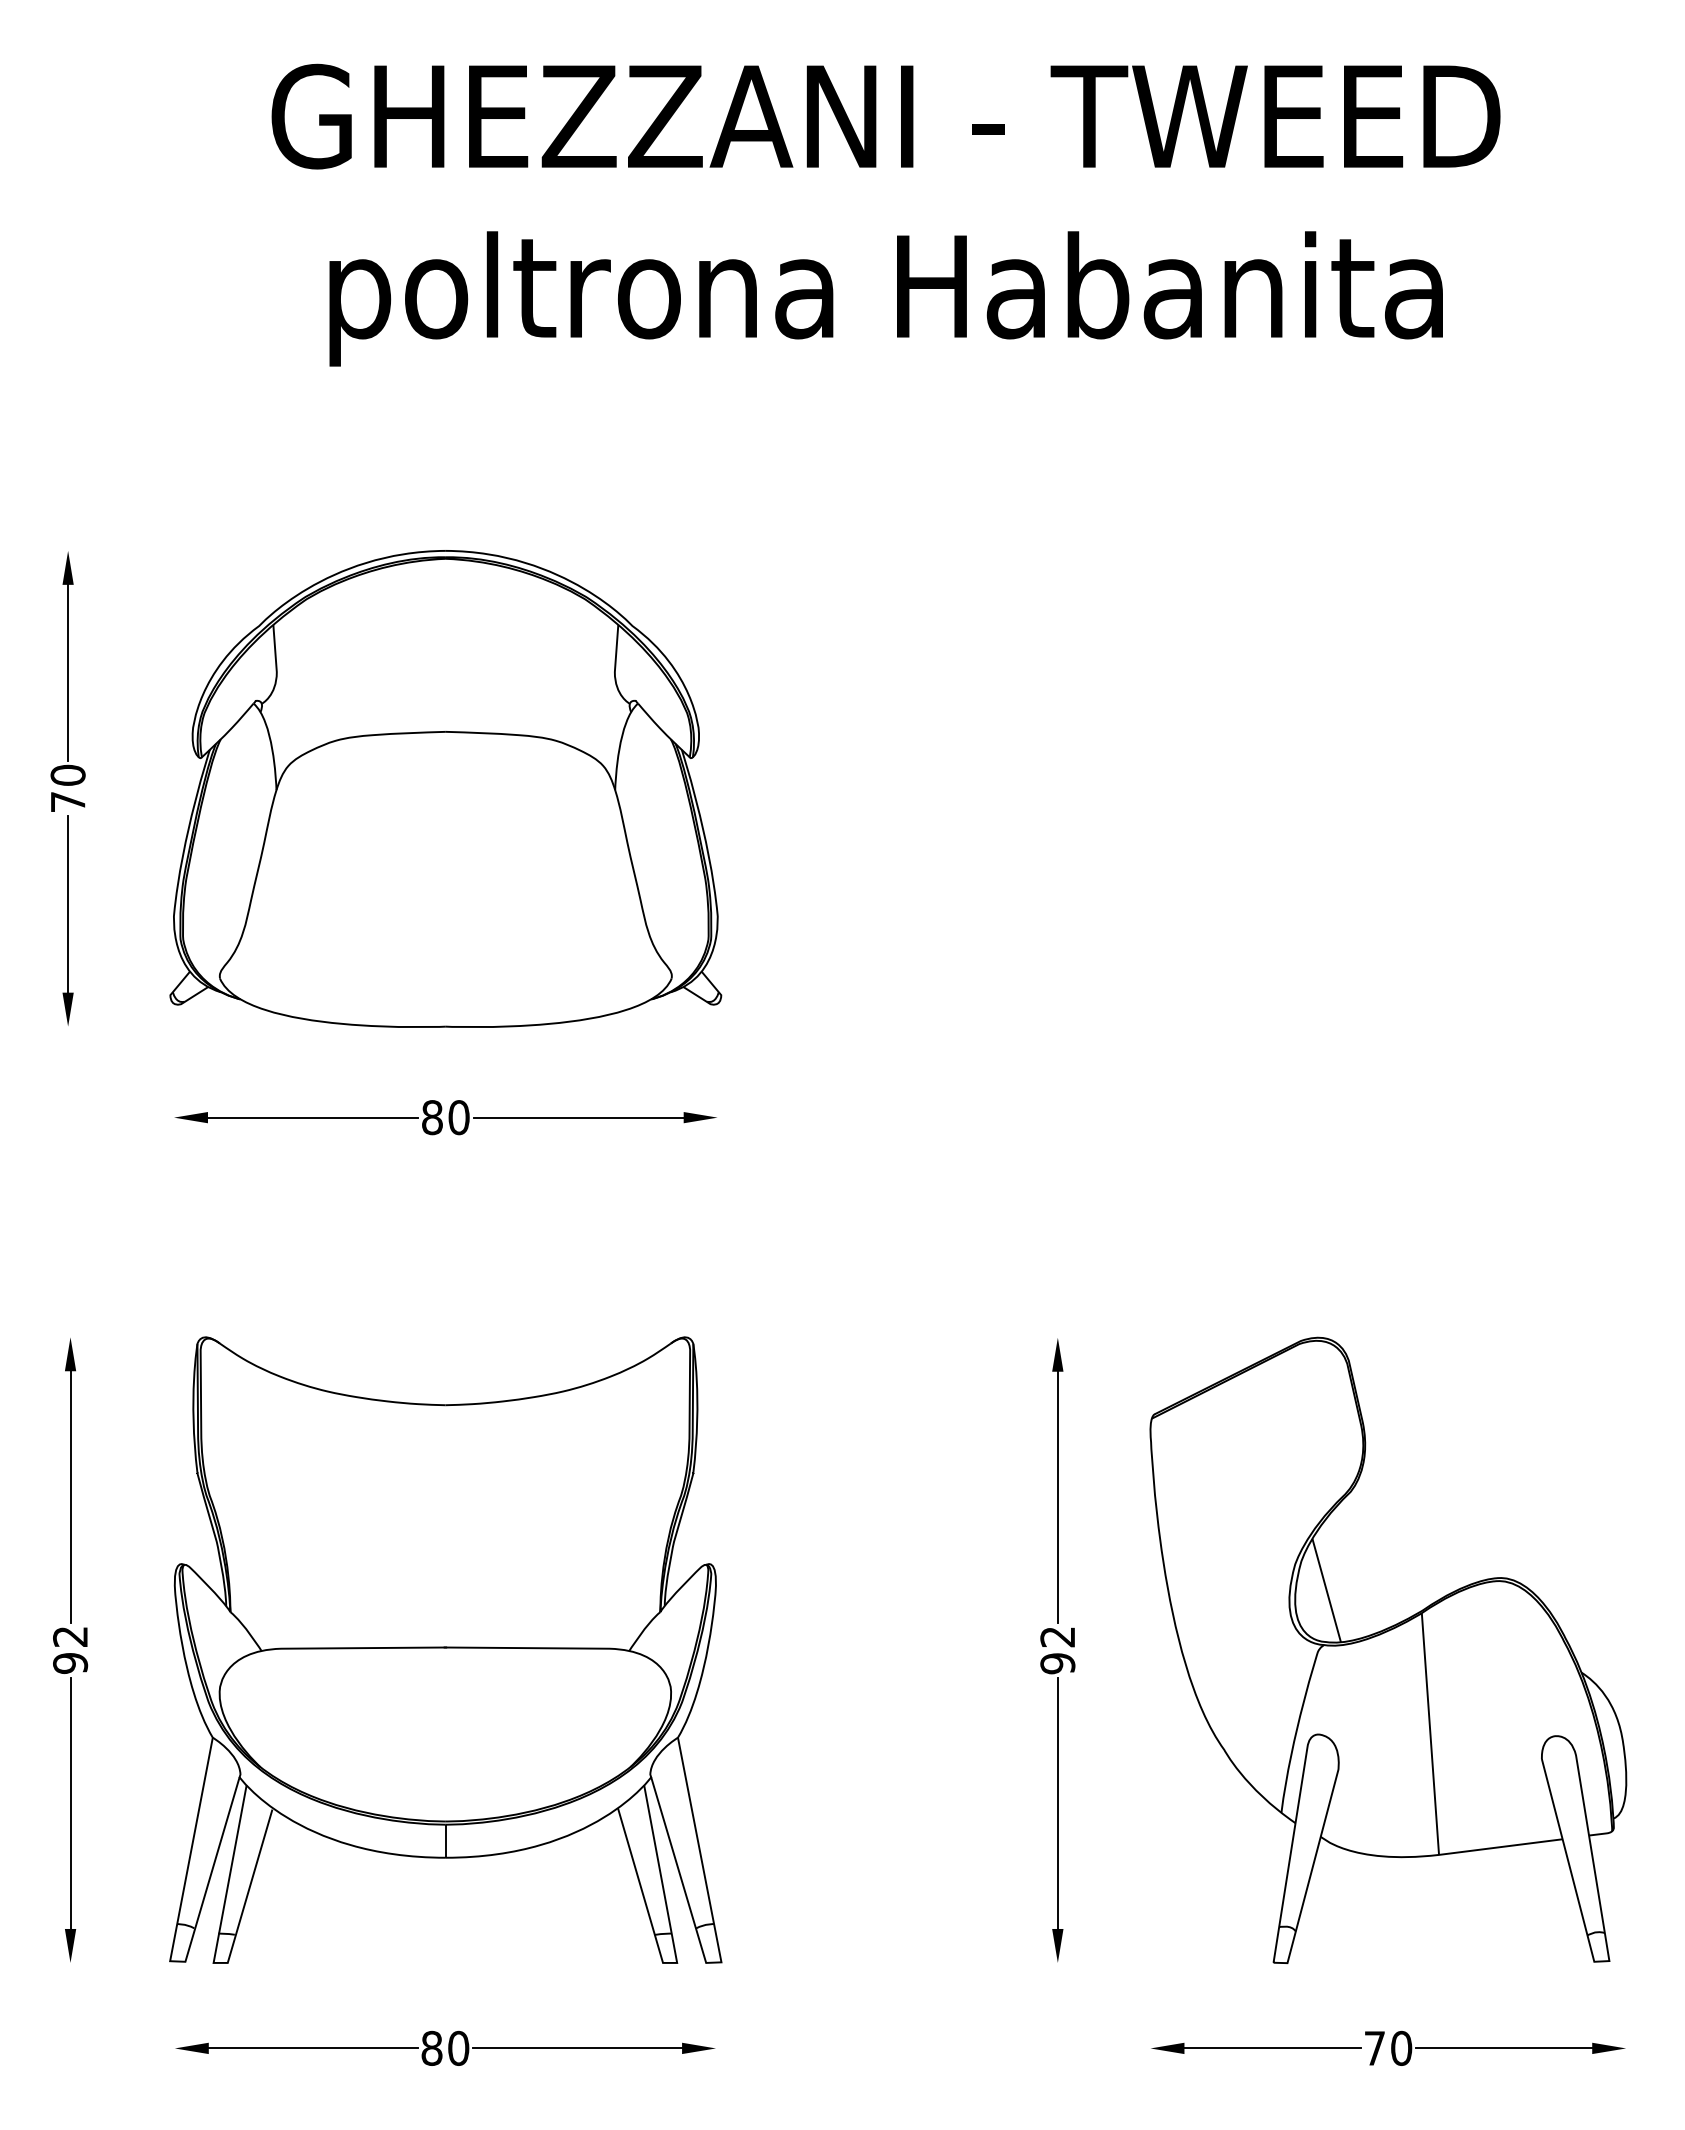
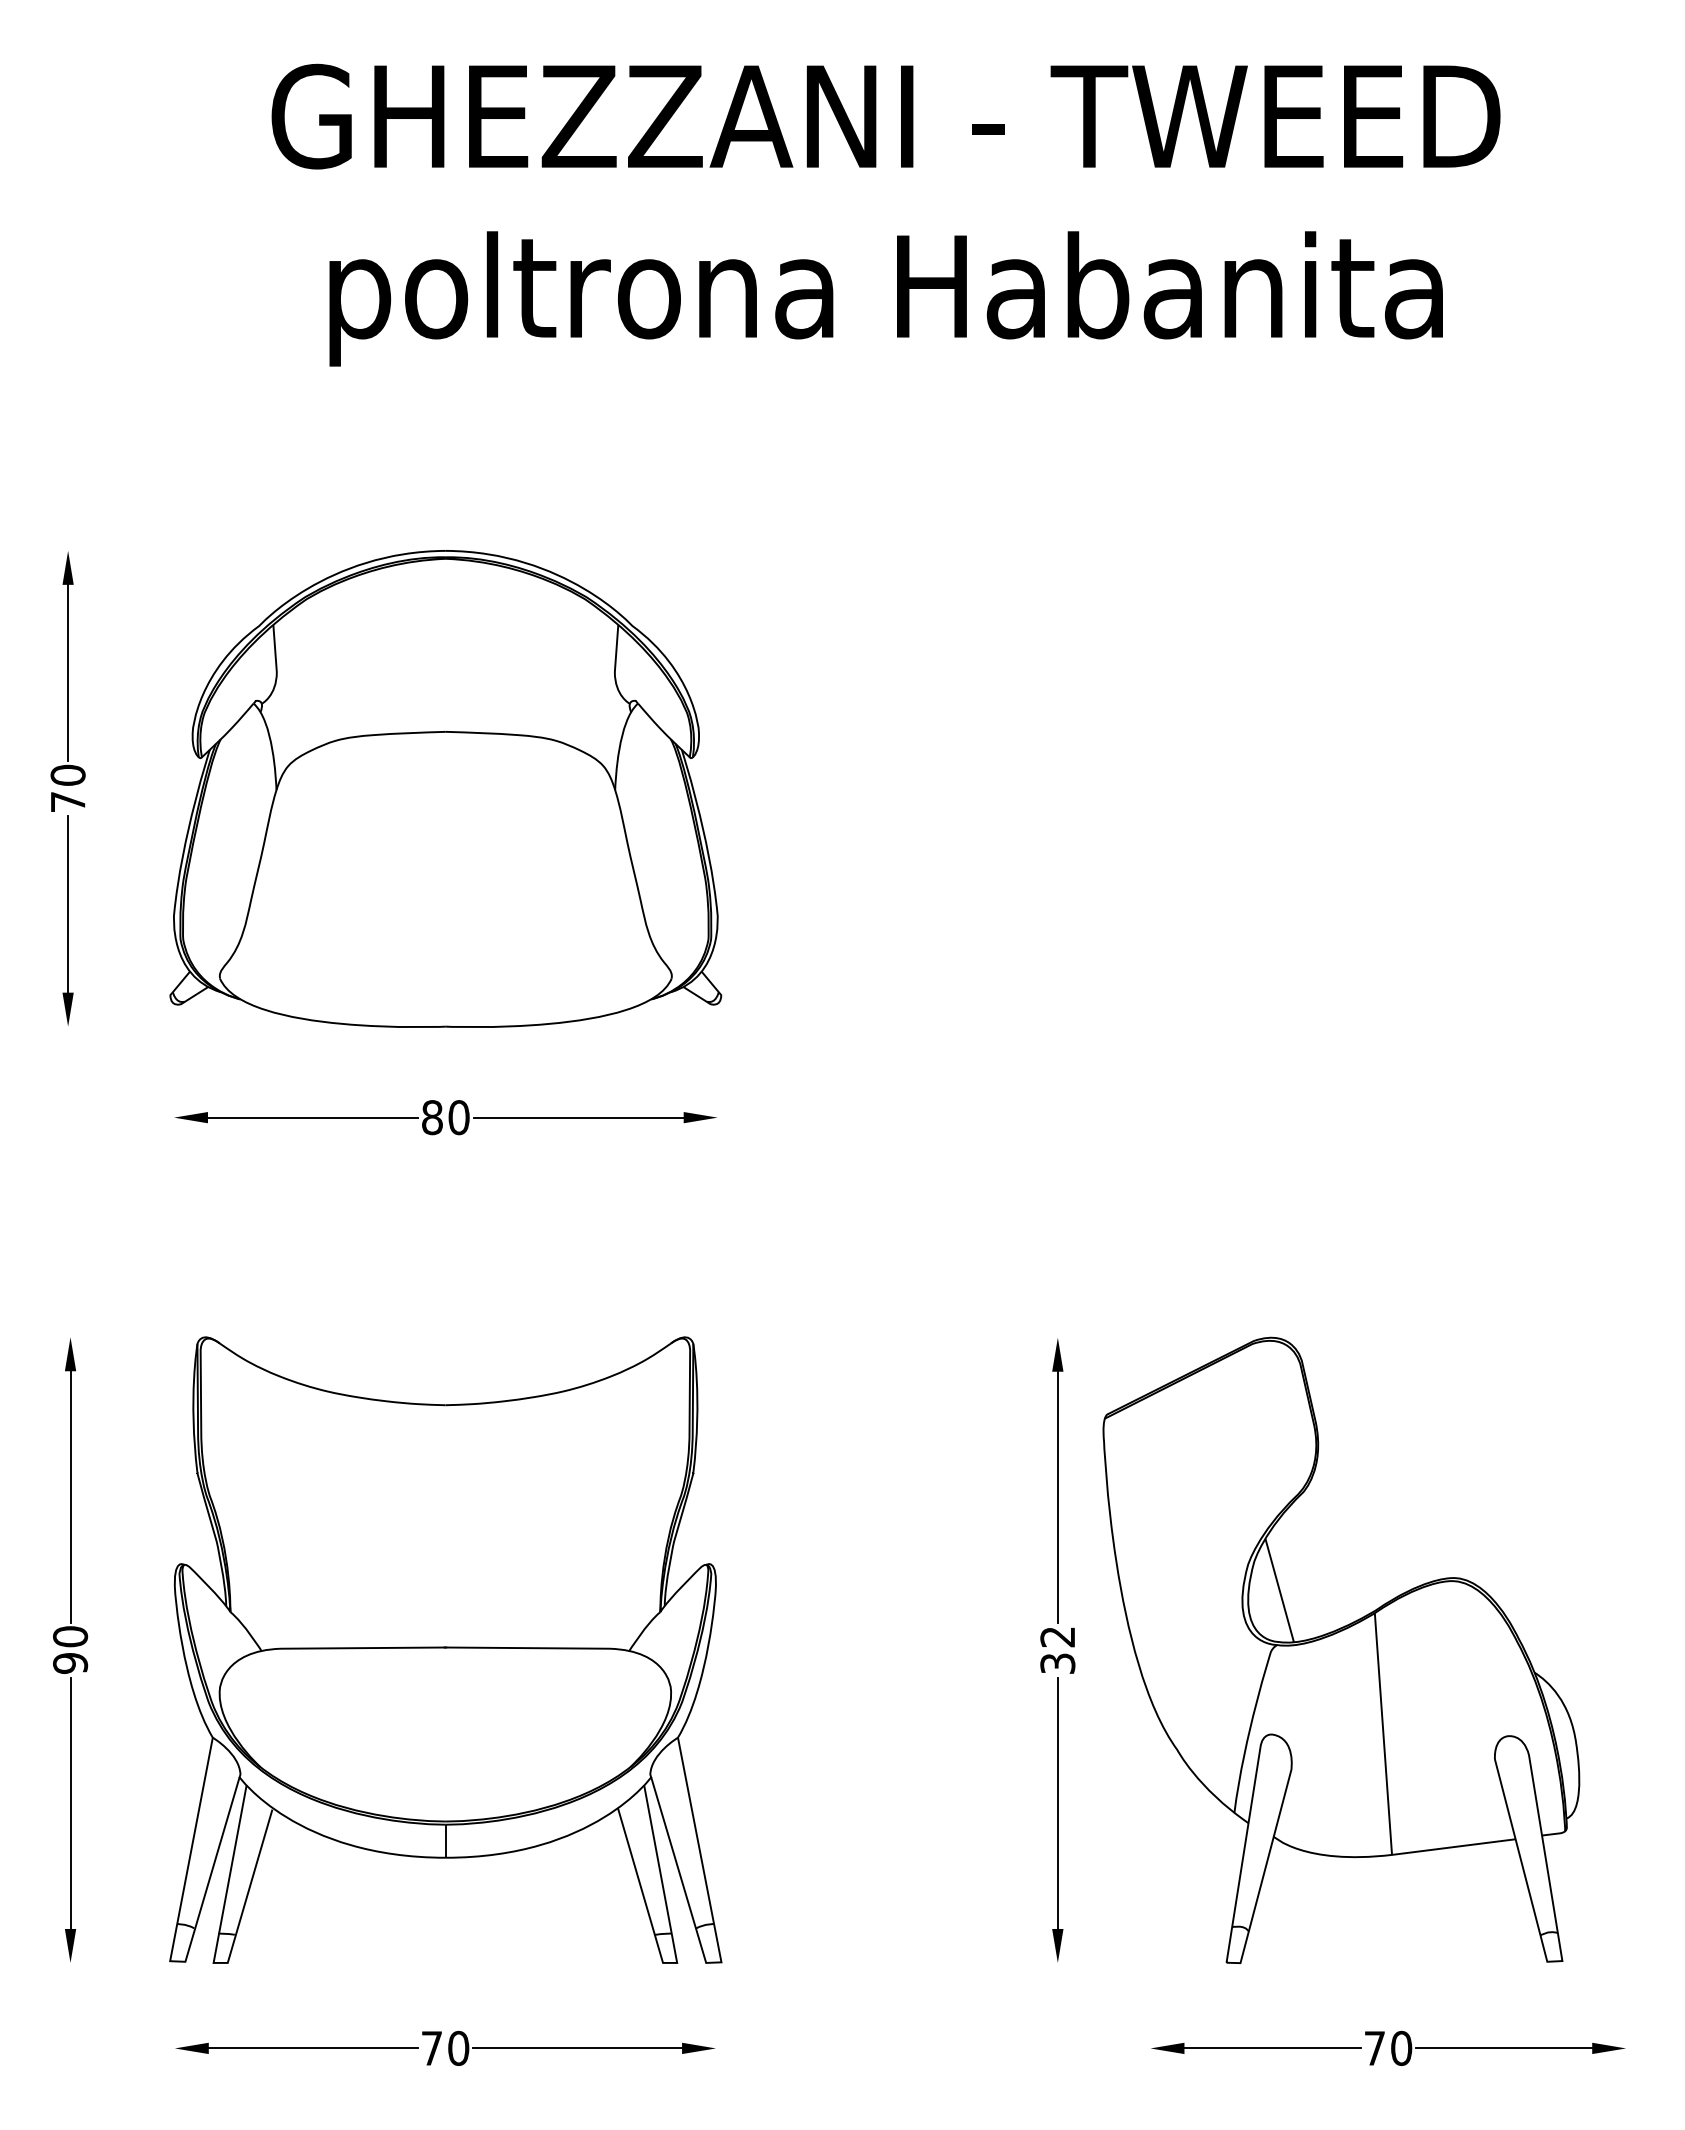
text at (70, 1636): 92 -> 90
part at (1388, 1650) position: (1388, 1650) -> (1341, 1650)
text at (1057, 1663): 92 -> 32
text at (431, 2047): 80 -> 70
